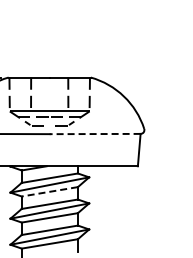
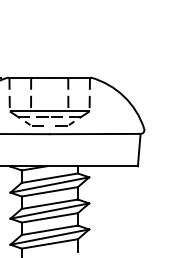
line at (94, 134): dashed -> solid
line at (49, 191): dashed -> solid
